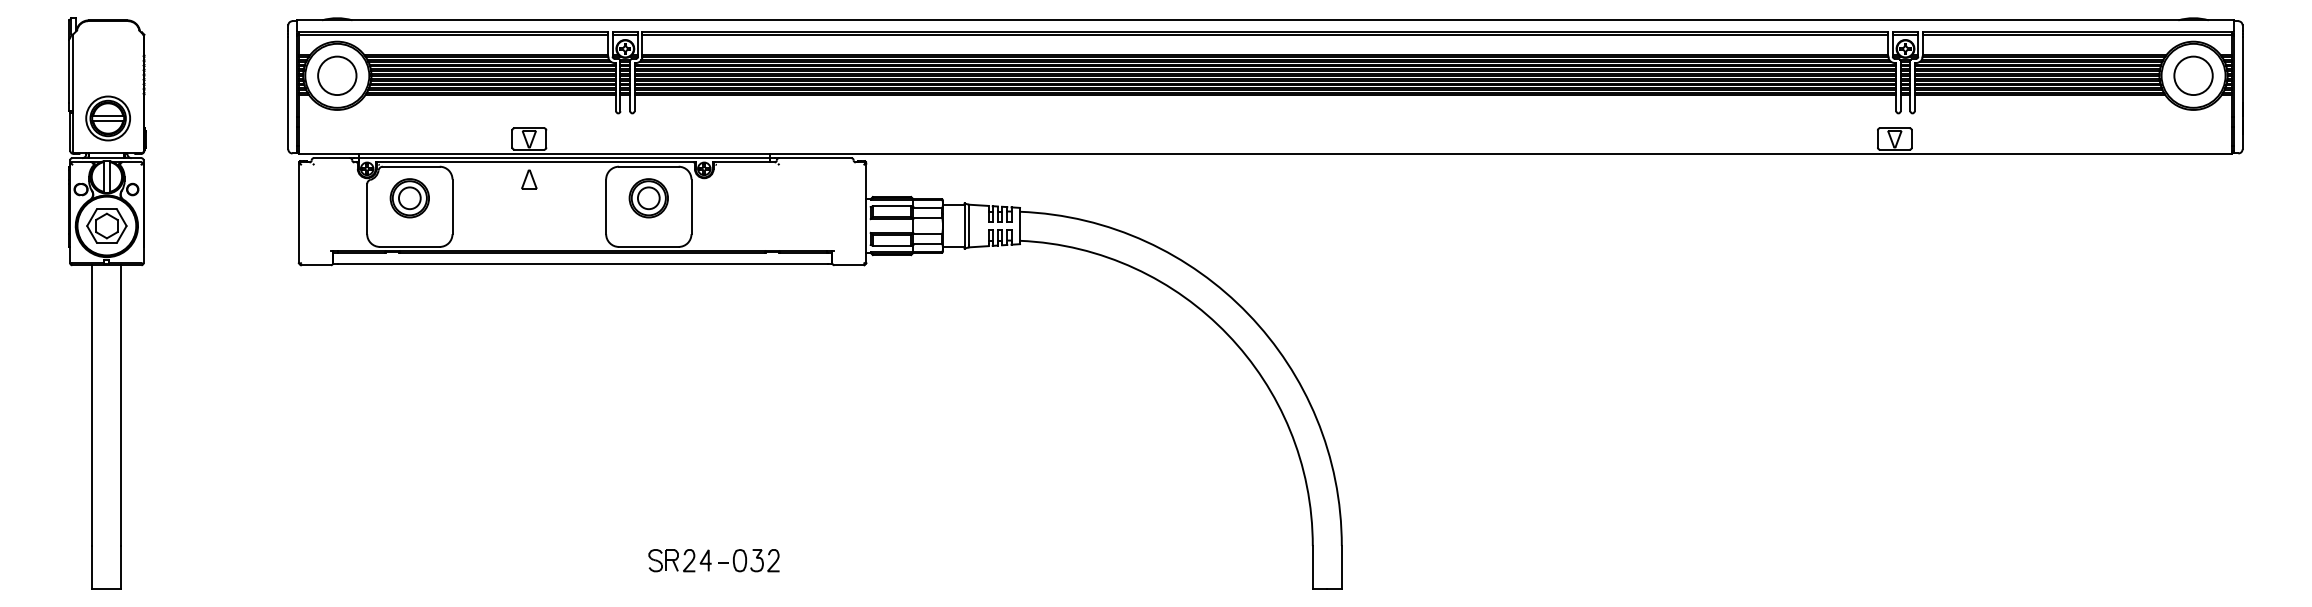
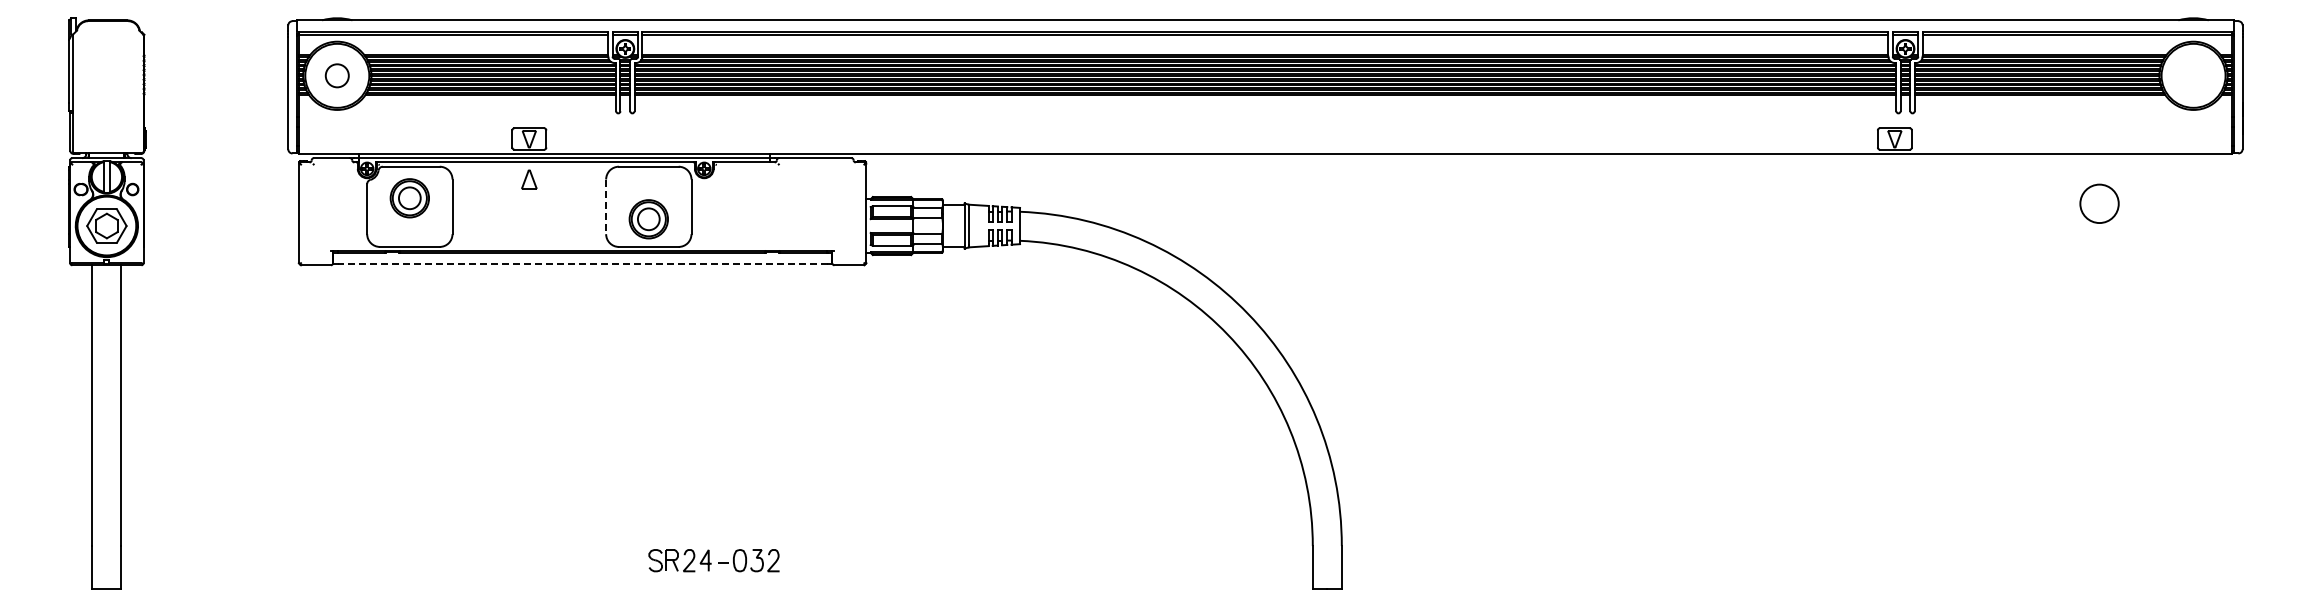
circle at (337, 75) diameter: 38 px -> 23 px
circle at (2193, 75) position: (2193, 75) -> (2099, 203)
part at (107, 118): present -> none
part at (648, 198) position: (648, 198) -> (648, 219)
line at (606, 207): solid -> dashed
line at (582, 263): solid -> dashed
